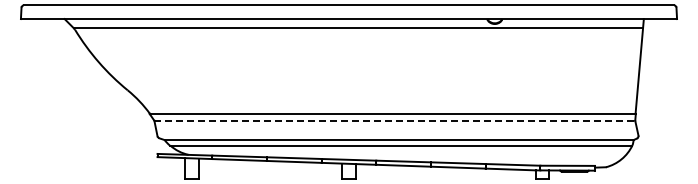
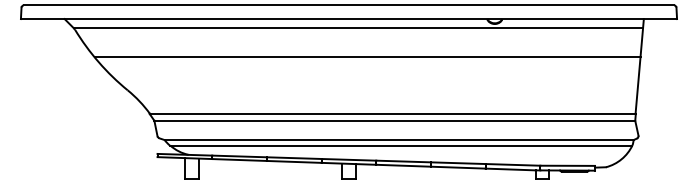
line at (367, 57): none -> present
line at (395, 120): dashed -> solid
